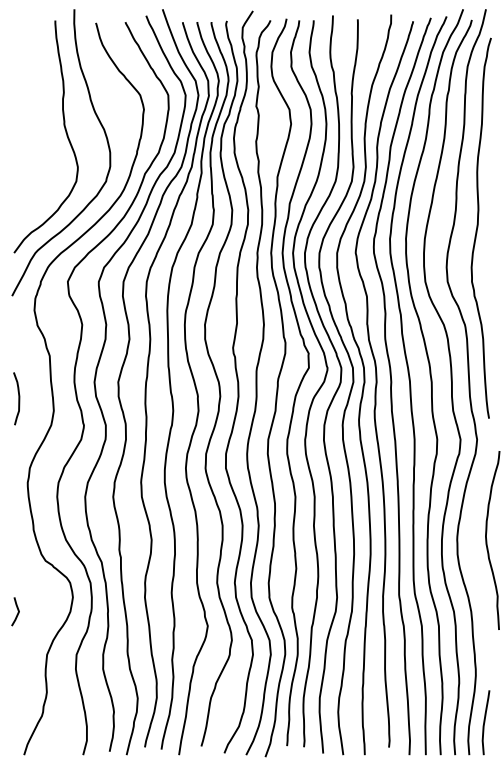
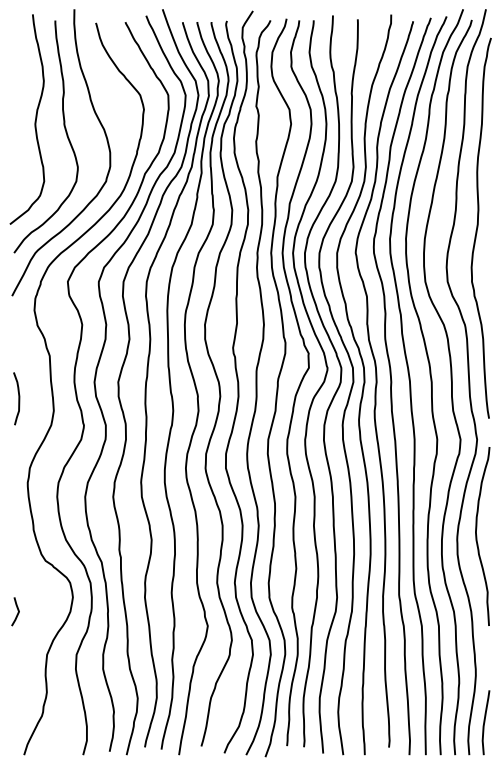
curve at (34, 121): none -> present
curve at (487, 540) position: (487, 540) -> (477, 536)
